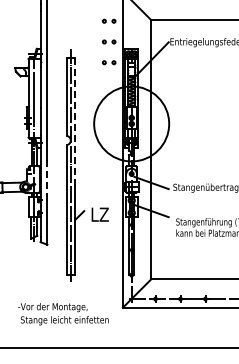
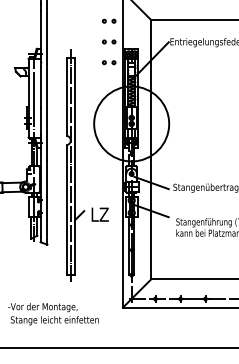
line at (75, 122): dashed -> solid
line at (47, 178): dashed -> solid
text at (63, 314) position: (63, 314) -> (53, 314)
